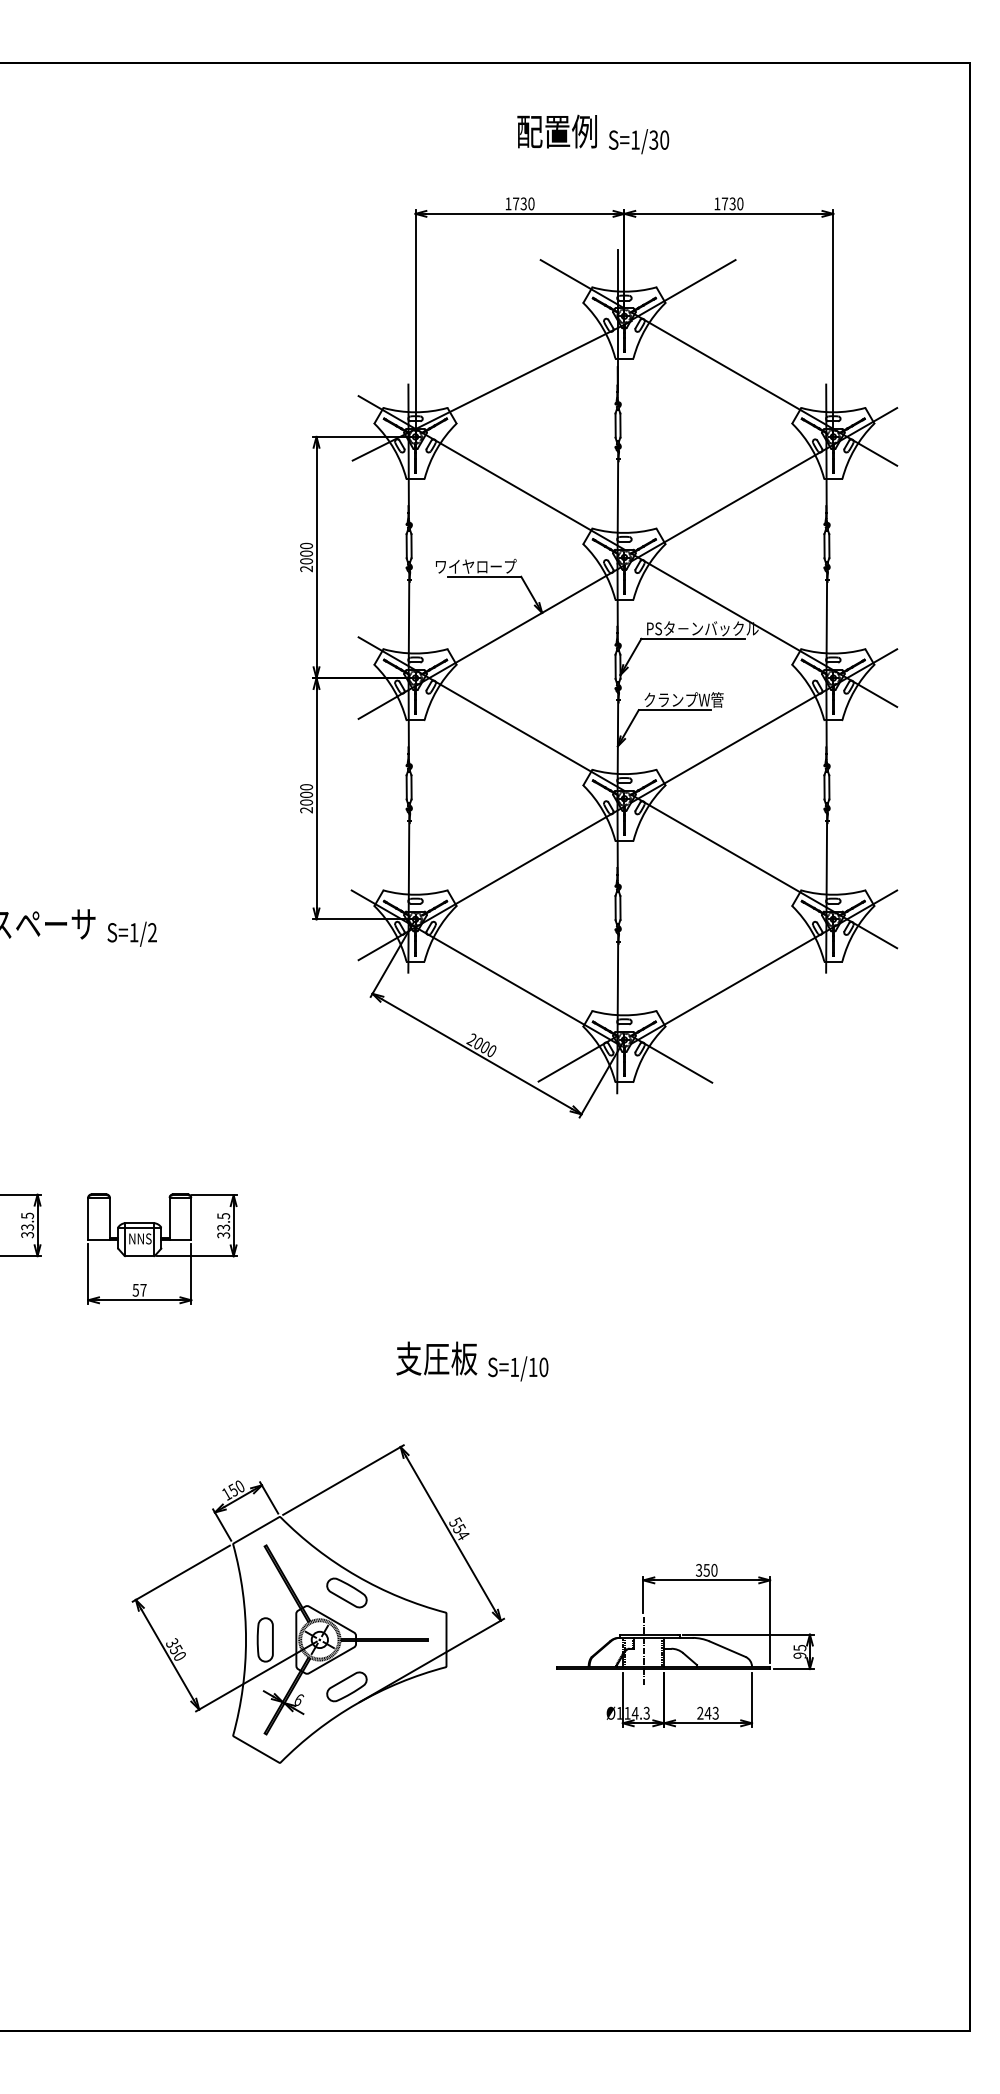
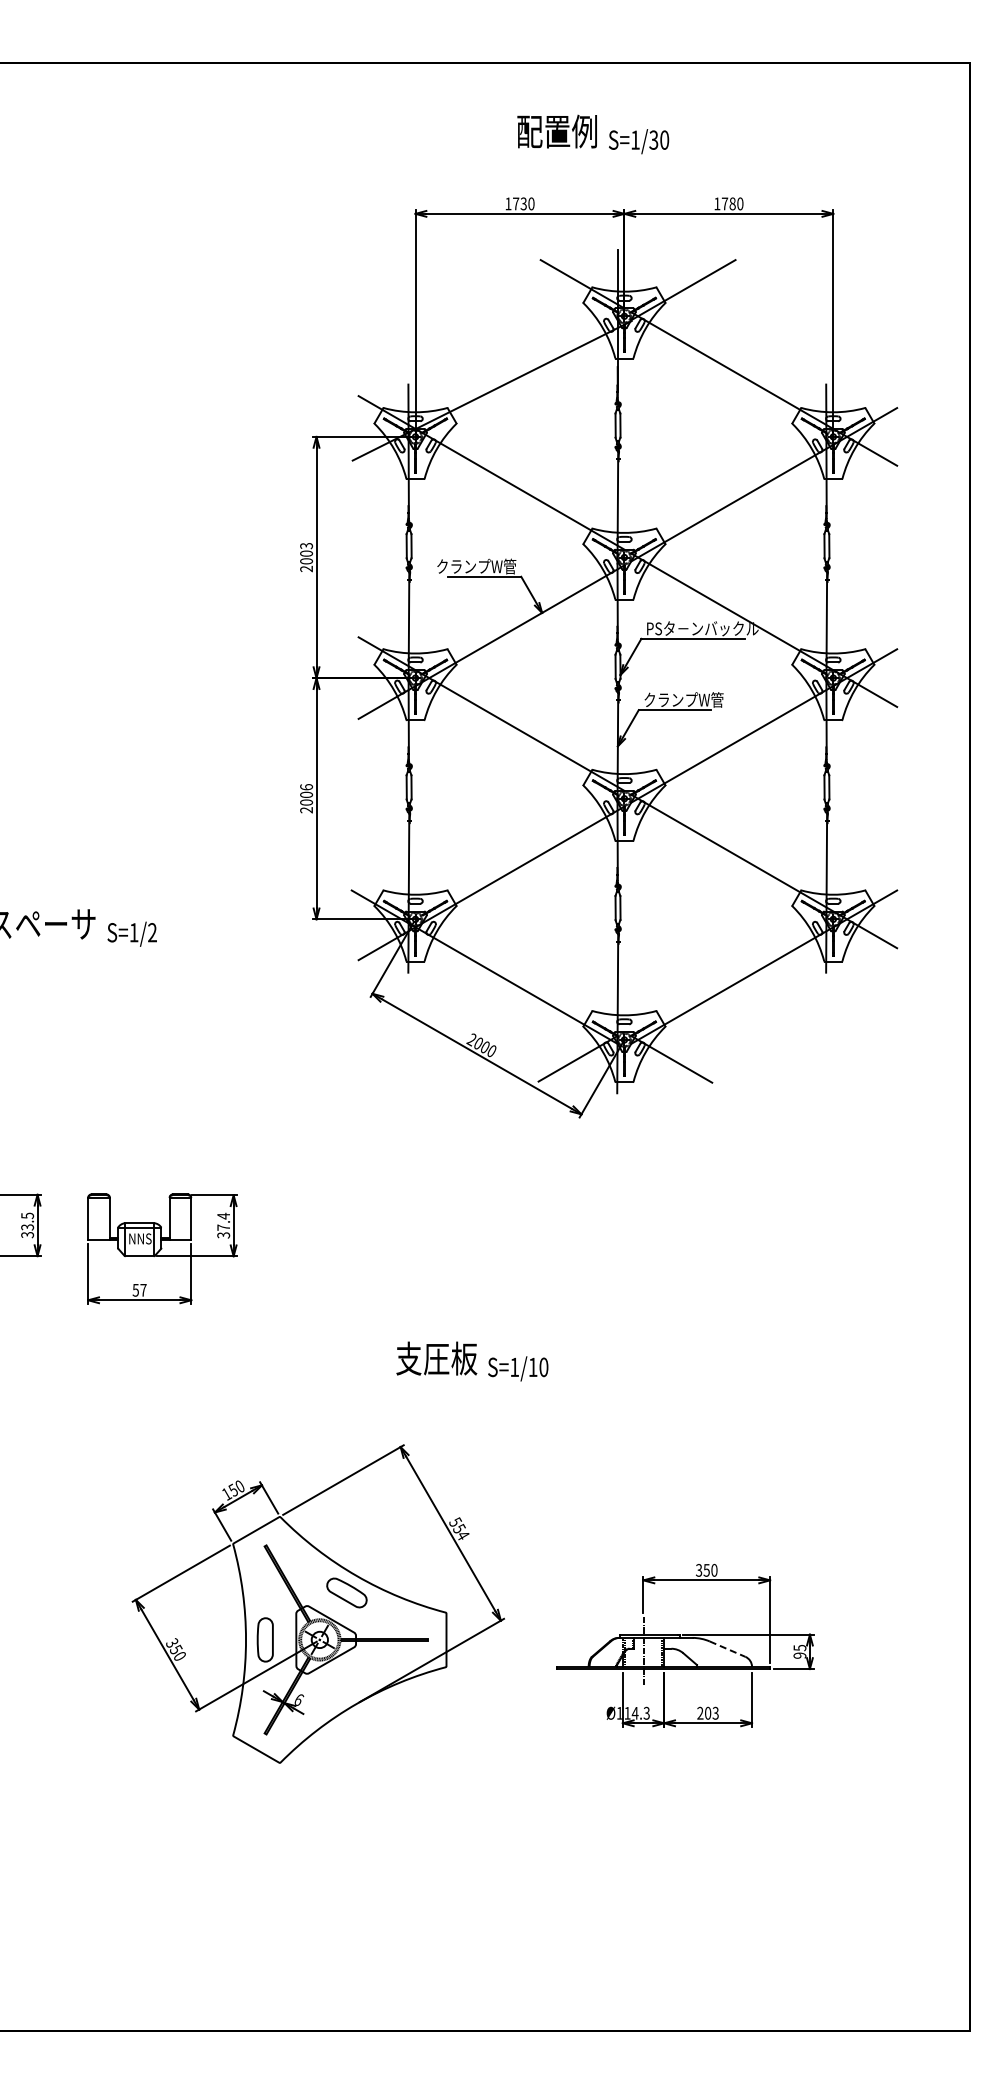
text at (732, 203): 1730 -> 1780
text at (306, 545): 2000 -> 2003
text at (475, 566): ワイヤロープ -> クランプW管
text at (306, 787): 2000 -> 2006
text at (223, 1221): 33.5 -> 37.4
line at (728, 1649): solid -> dashed
part at (346, 1686): present -> none
text at (707, 1712): 243 -> 203
